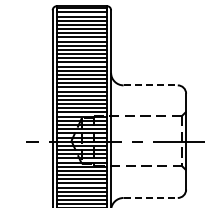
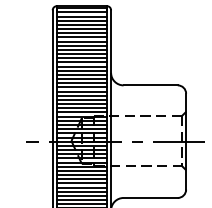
line at (151, 85): dashed -> solid
line at (151, 197): dashed -> solid
